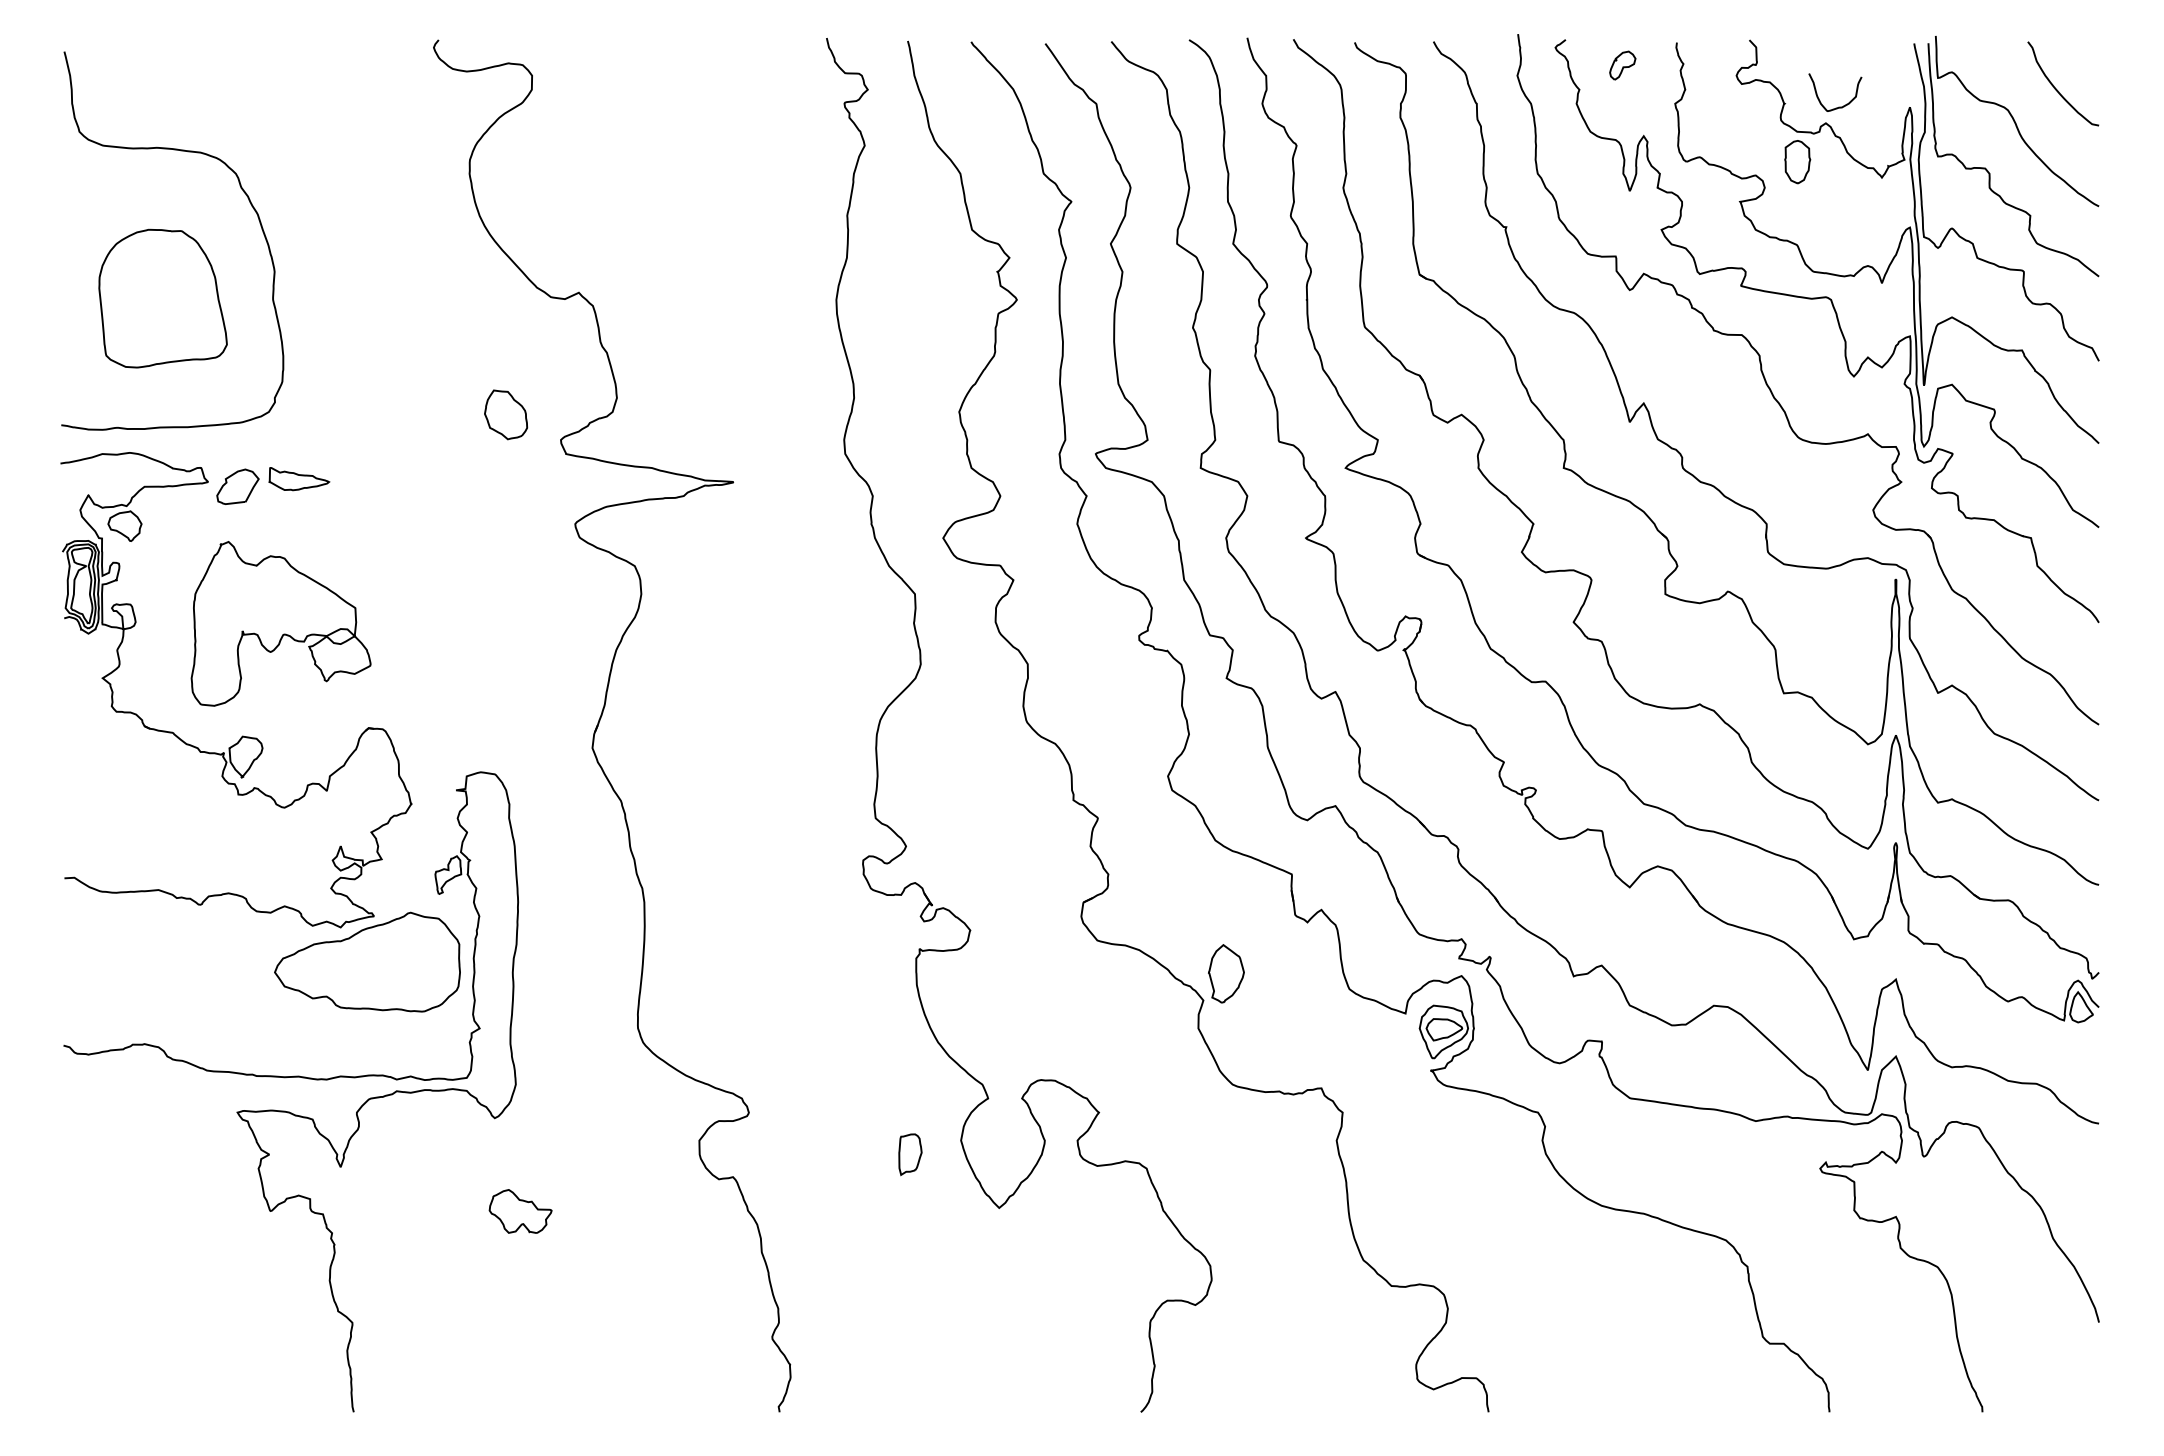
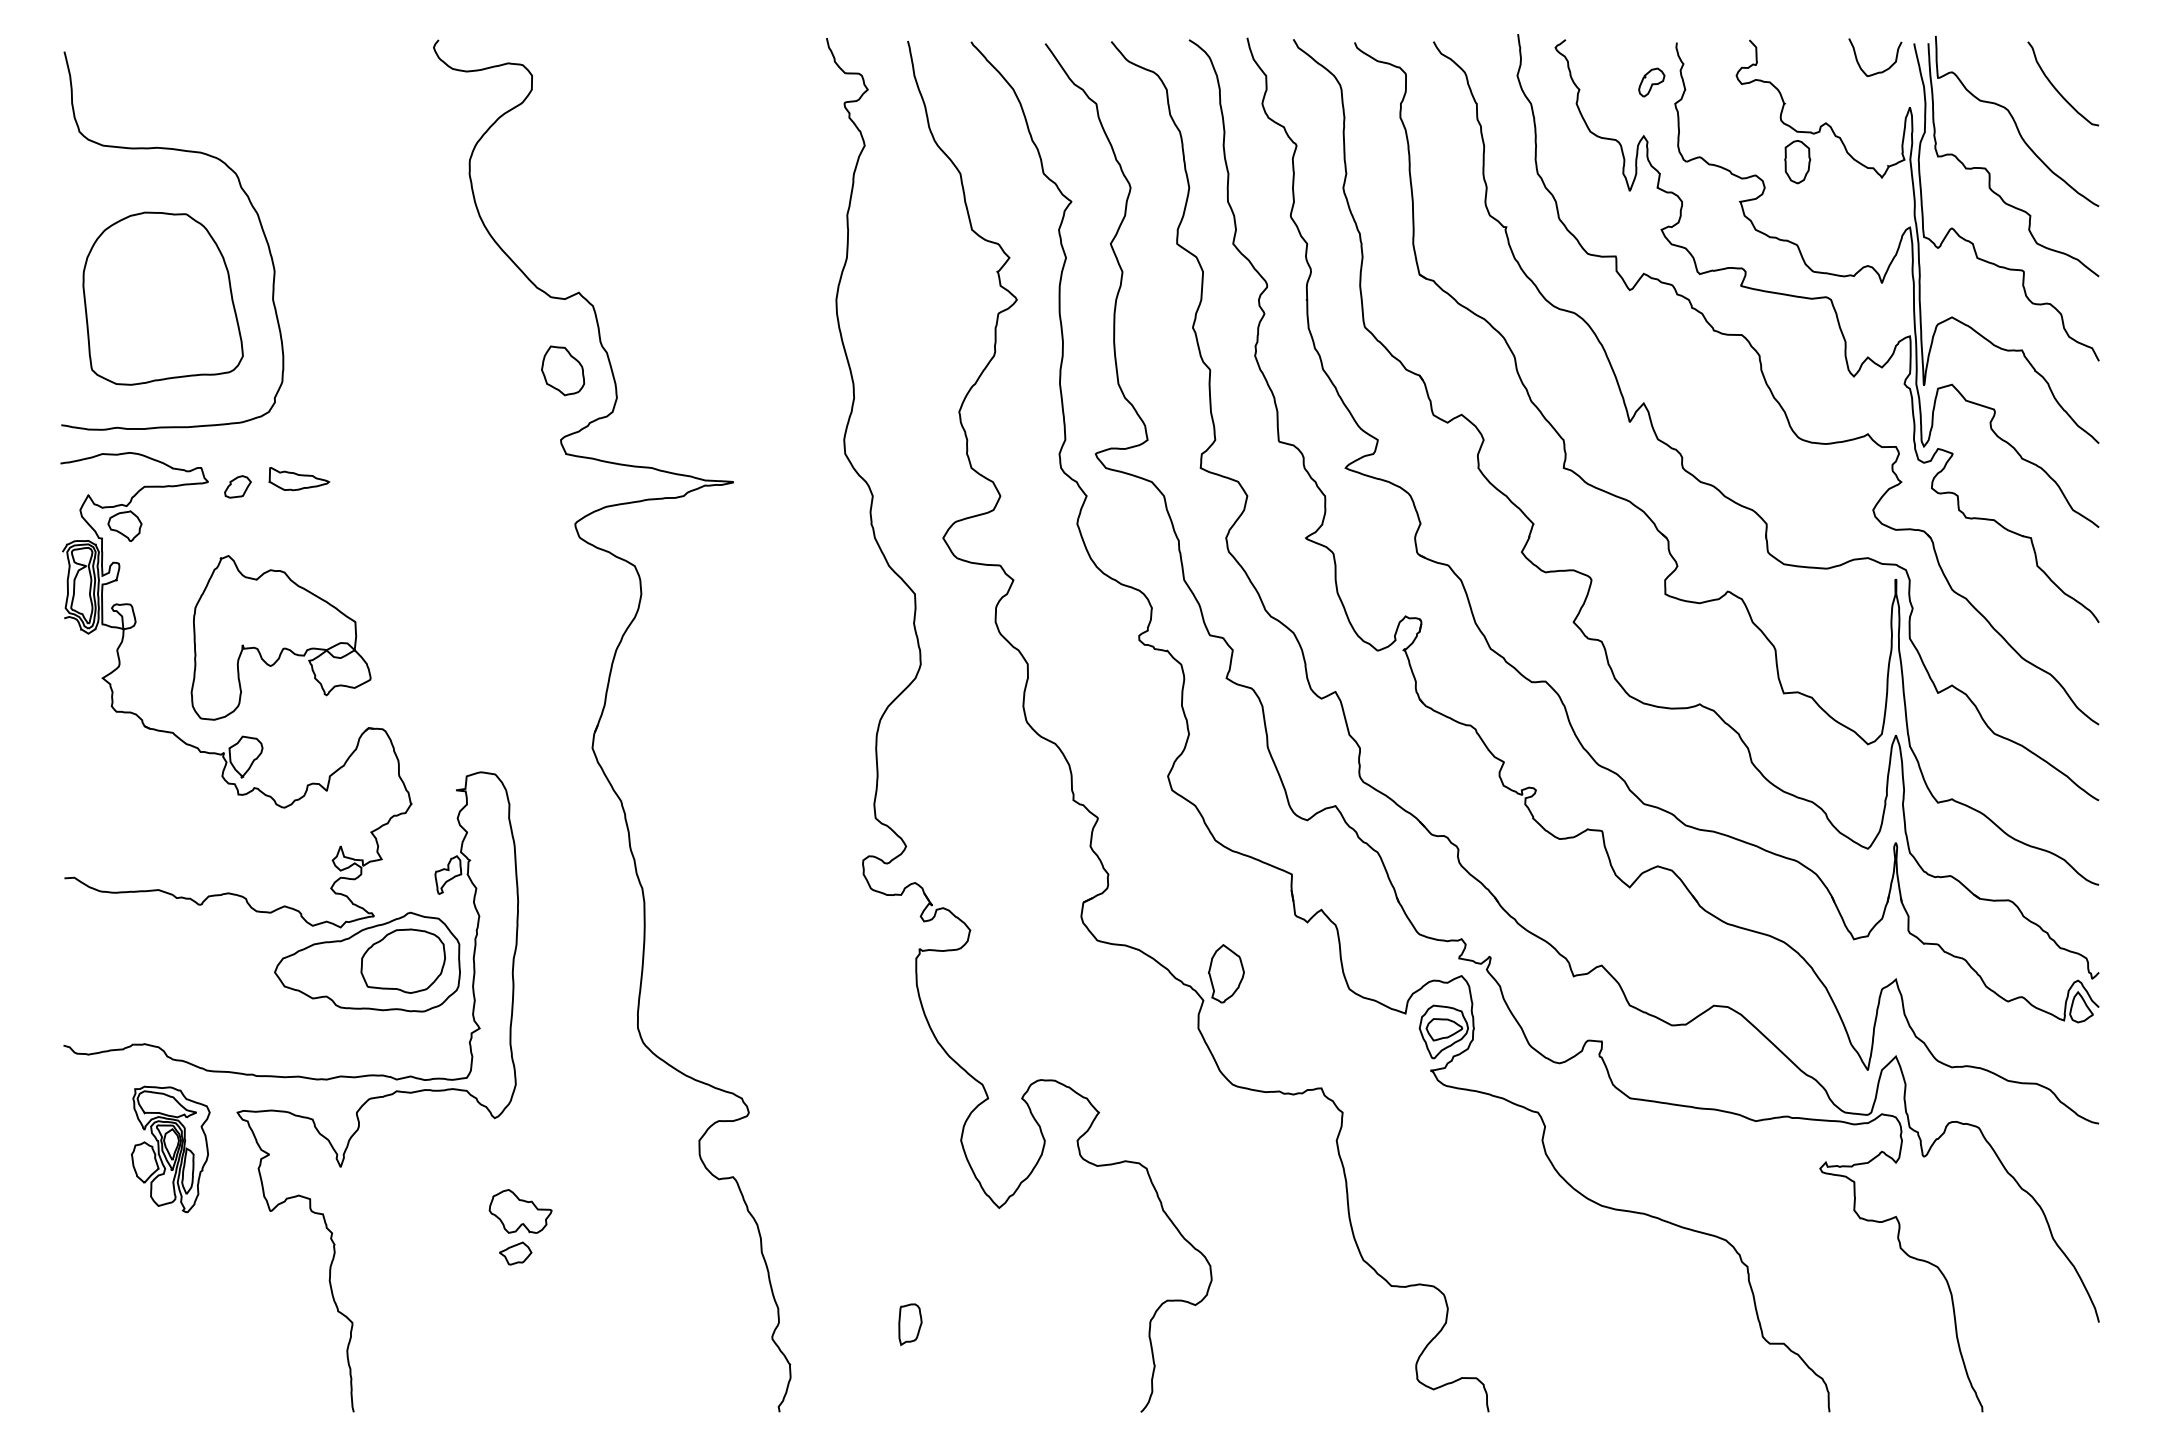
part at (1622, 65) position: (1622, 65) -> (1651, 82)
curve at (1838, 106) position: (1838, 106) -> (1878, 71)
part at (162, 298) size: 130x141 px -> 162x175 px
part at (506, 414) position: (506, 414) -> (563, 370)
part at (237, 486) size: 44x37 px -> 28x24 px
part at (280, 623) position: (280, 623) -> (280, 637)
part at (402, 960): none -> present
part at (170, 1149): none -> present
part at (910, 1154) position: (910, 1154) -> (910, 1324)
part at (515, 1253): none -> present
